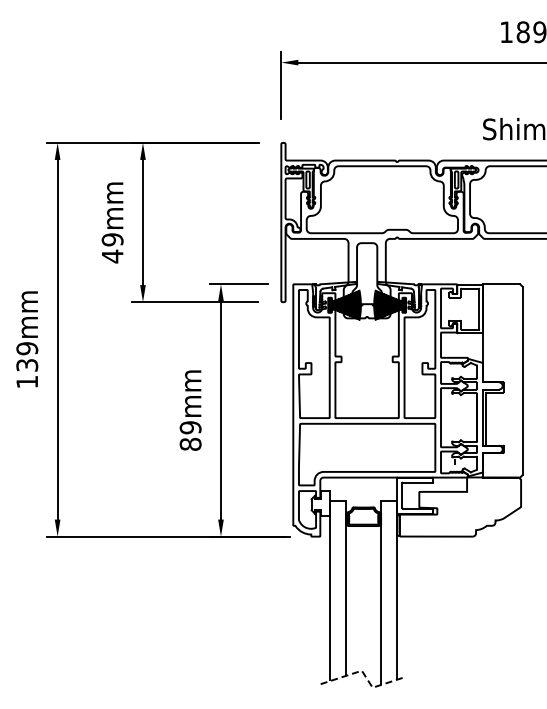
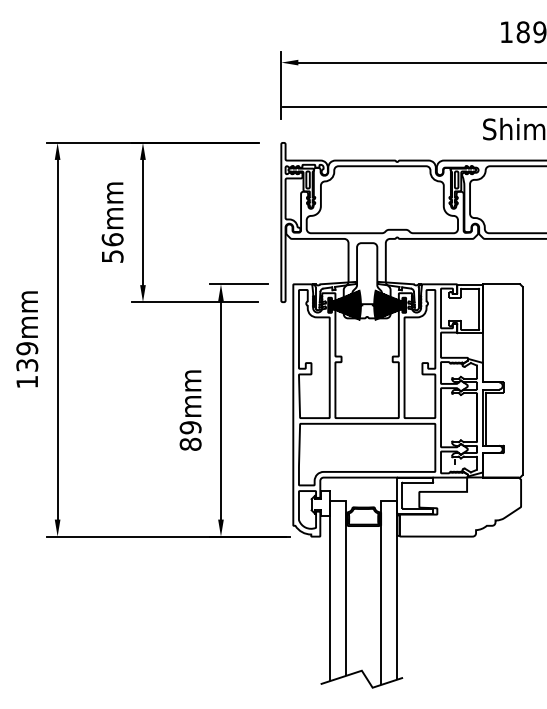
line at (413, 107): none -> present
text at (112, 248): 49mm -> 56mm
line at (364, 674): dashed -> solid
